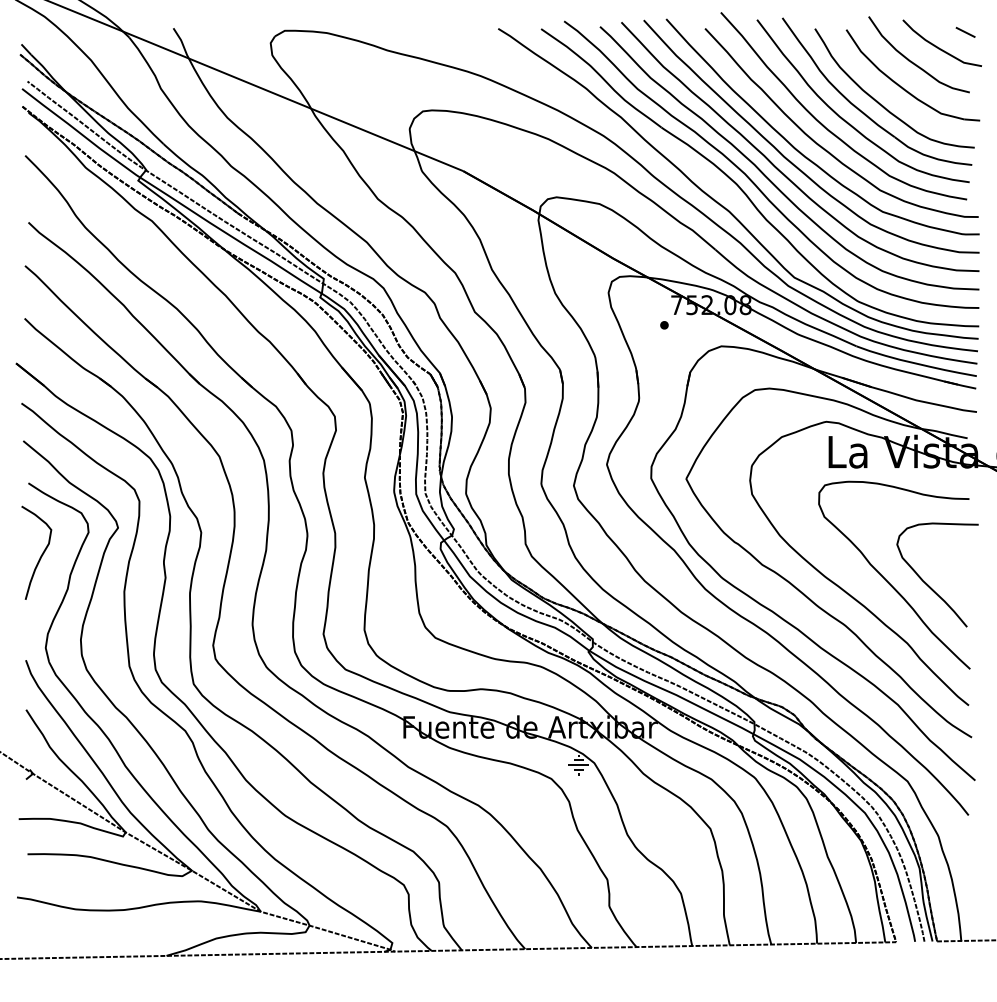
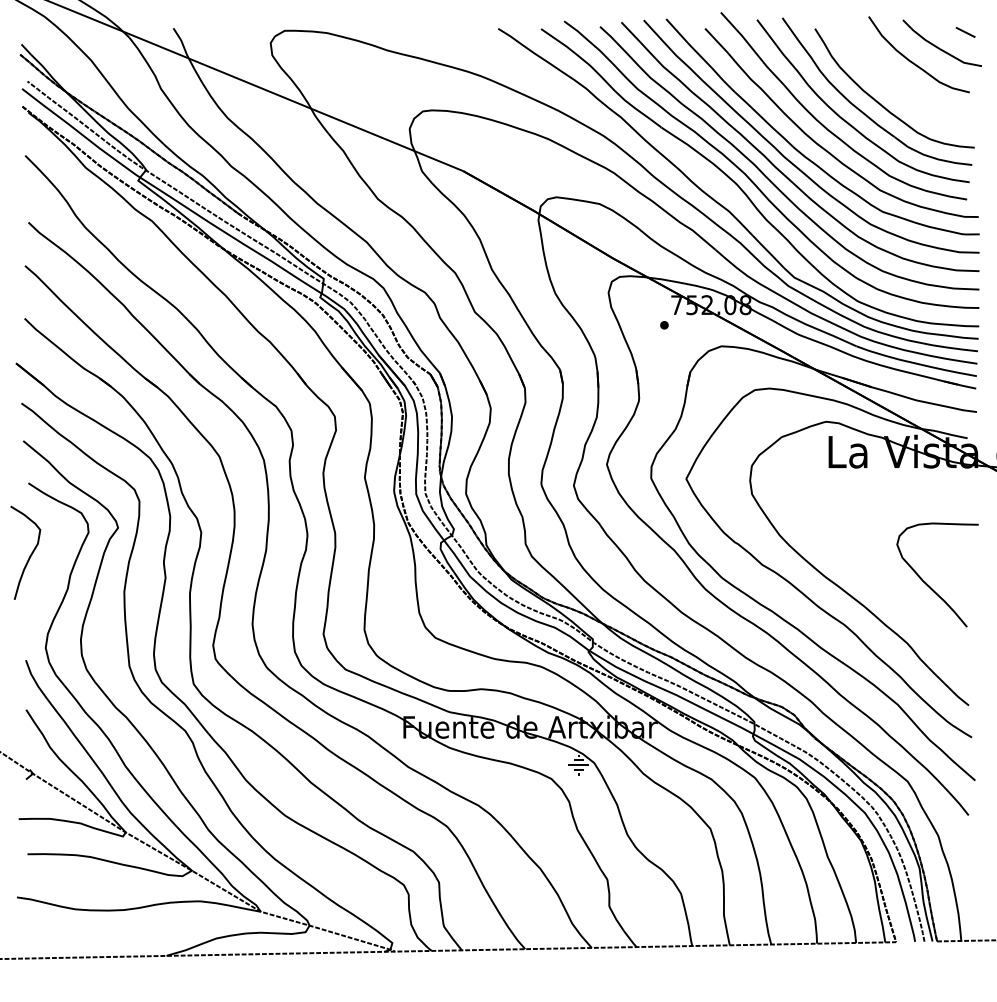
part at (903, 87): present -> none
curve at (40, 555) position: (40, 555) -> (29, 555)
curve at (887, 580): present -> none
